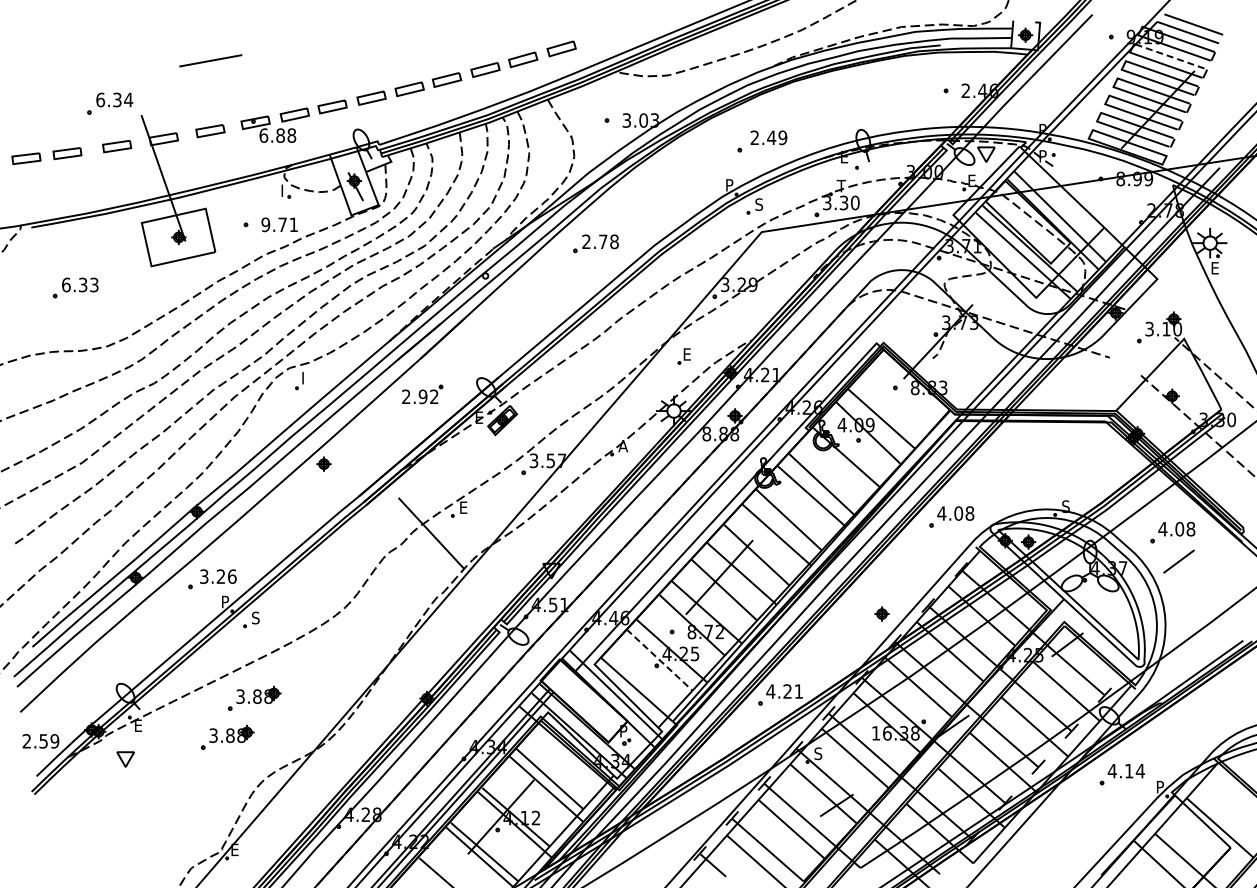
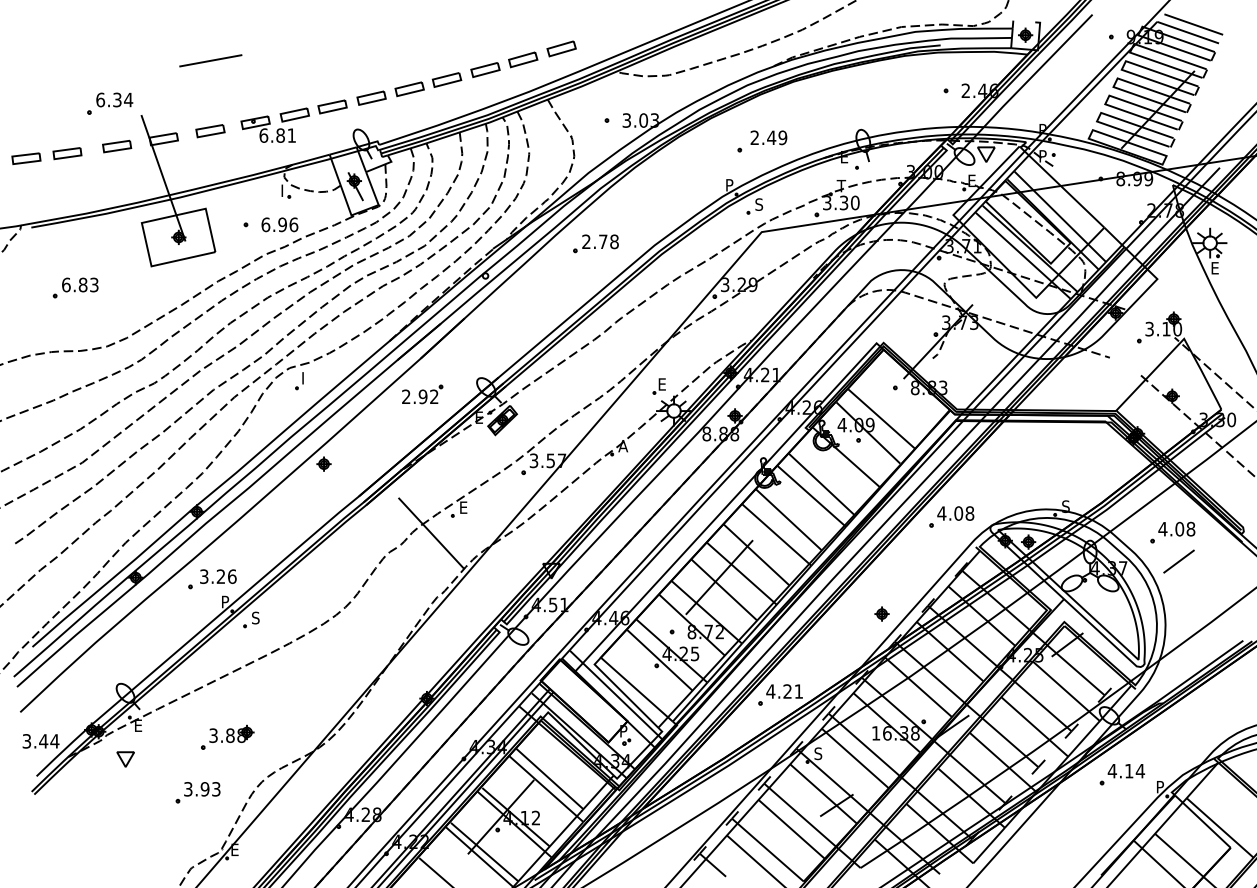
line at (1171, 56): dashed -> solid
text at (291, 135): 6.88 -> 6.81
text at (279, 224): 9.71 -> 6.96
text at (82, 284): 6.33 -> 6.83
part at (683, 356) position: (683, 356) -> (658, 386)
line at (658, 659): dashed -> solid
part at (254, 697): present -> none
text at (40, 741): 2.59 -> 3.44
part at (197, 792): none -> present
